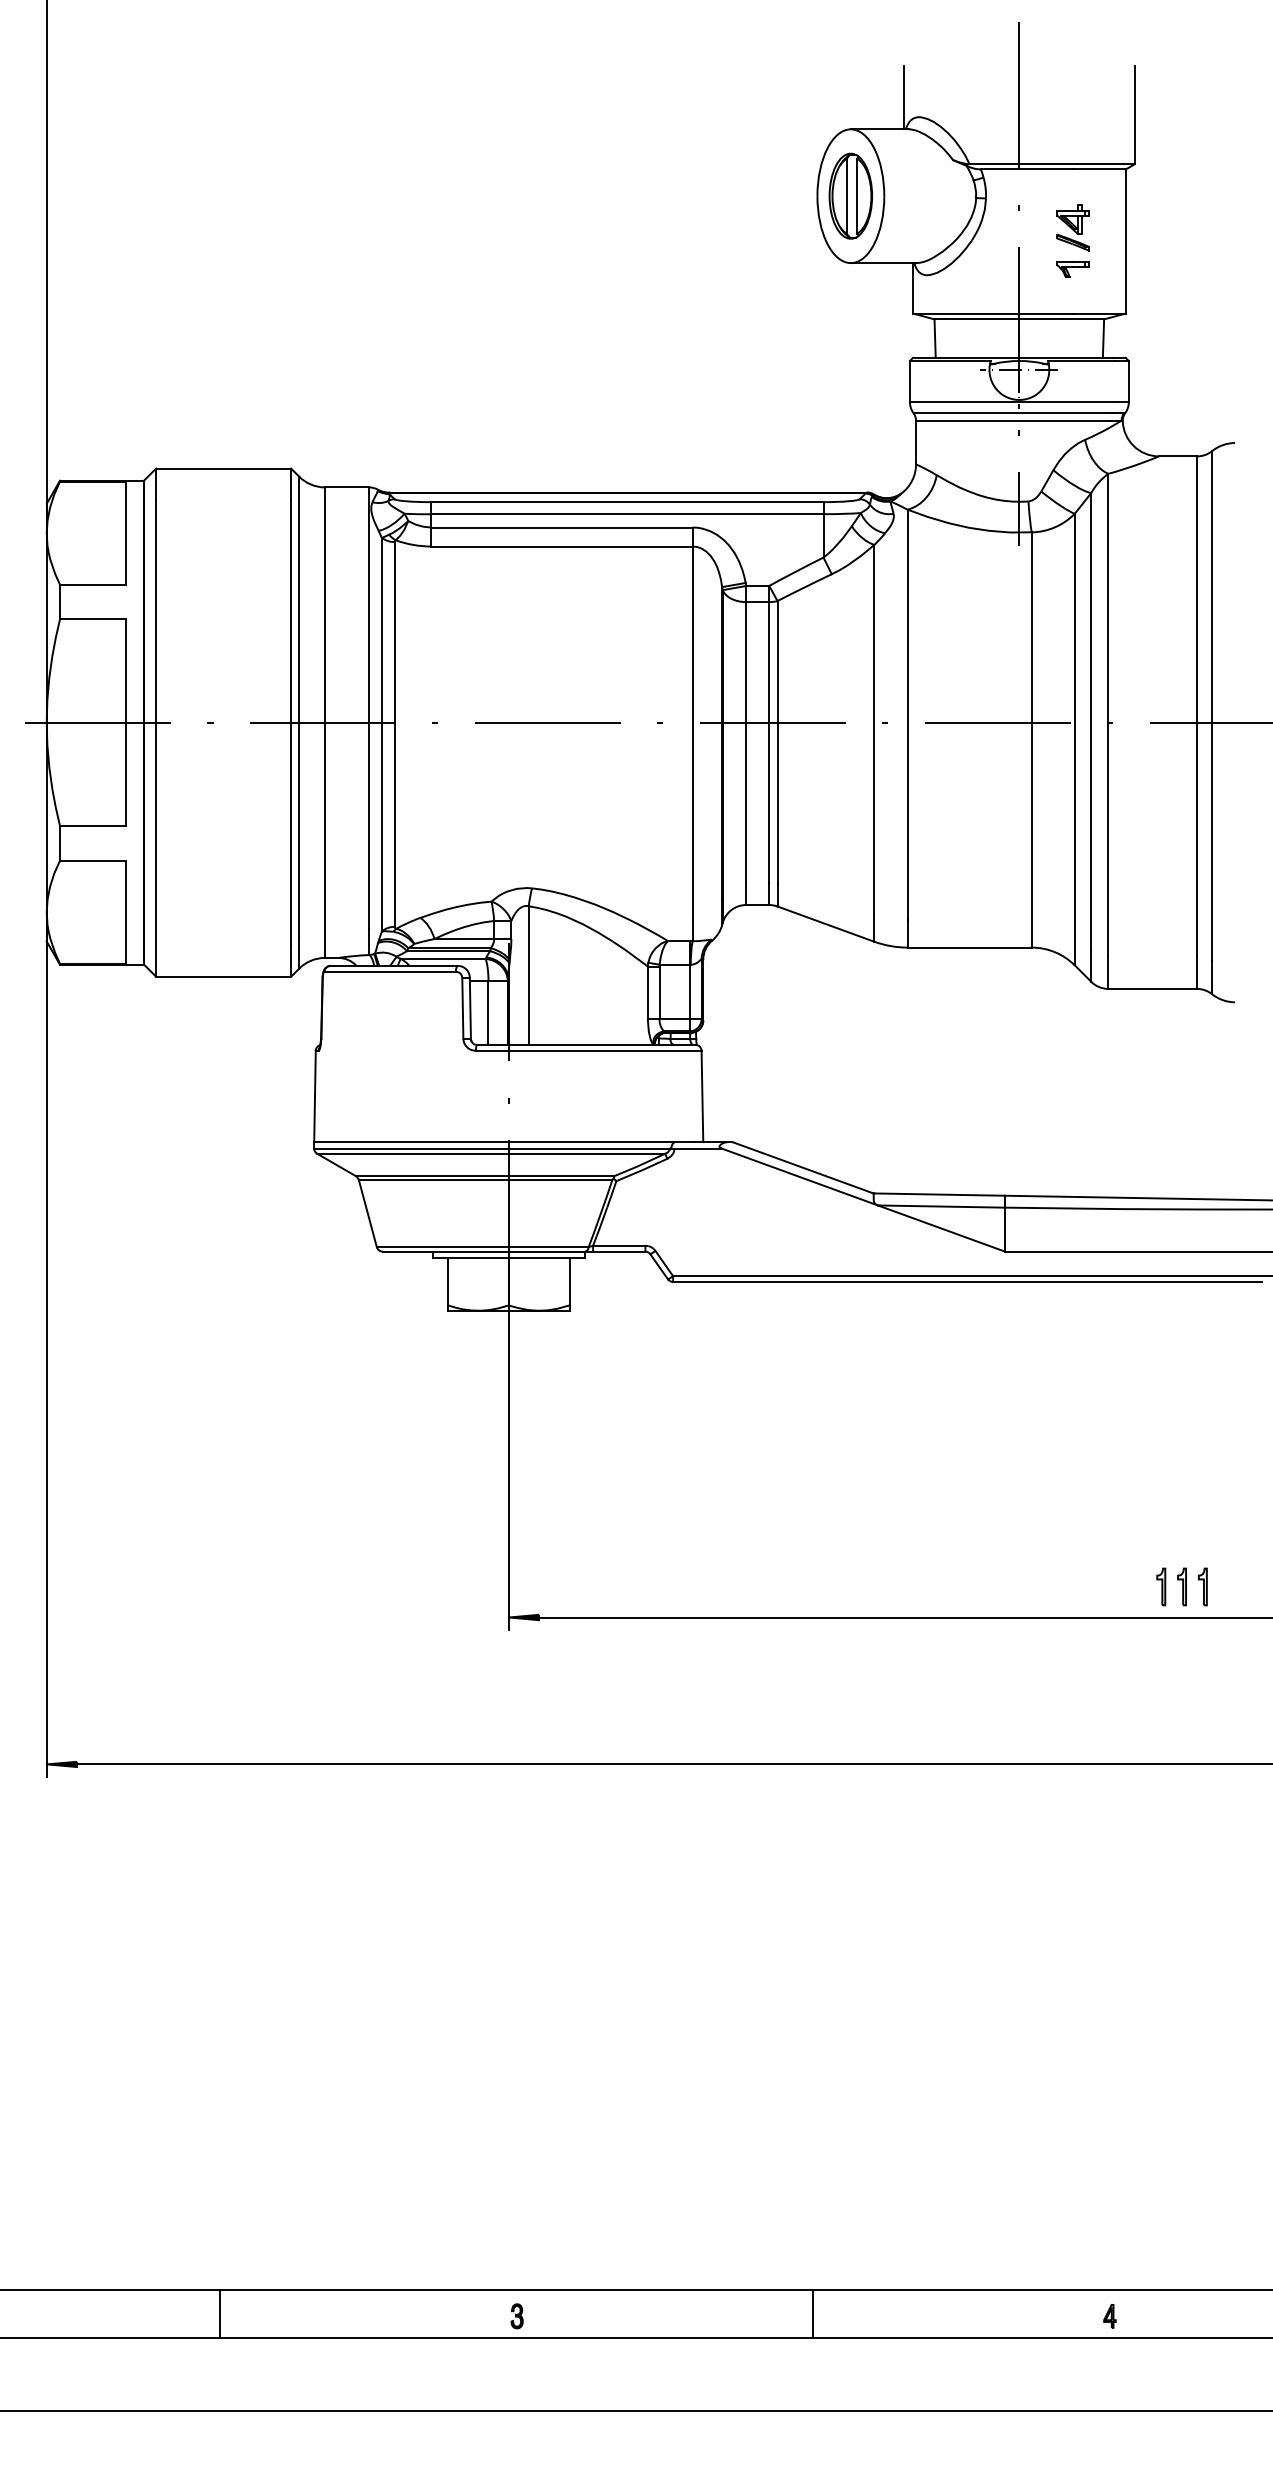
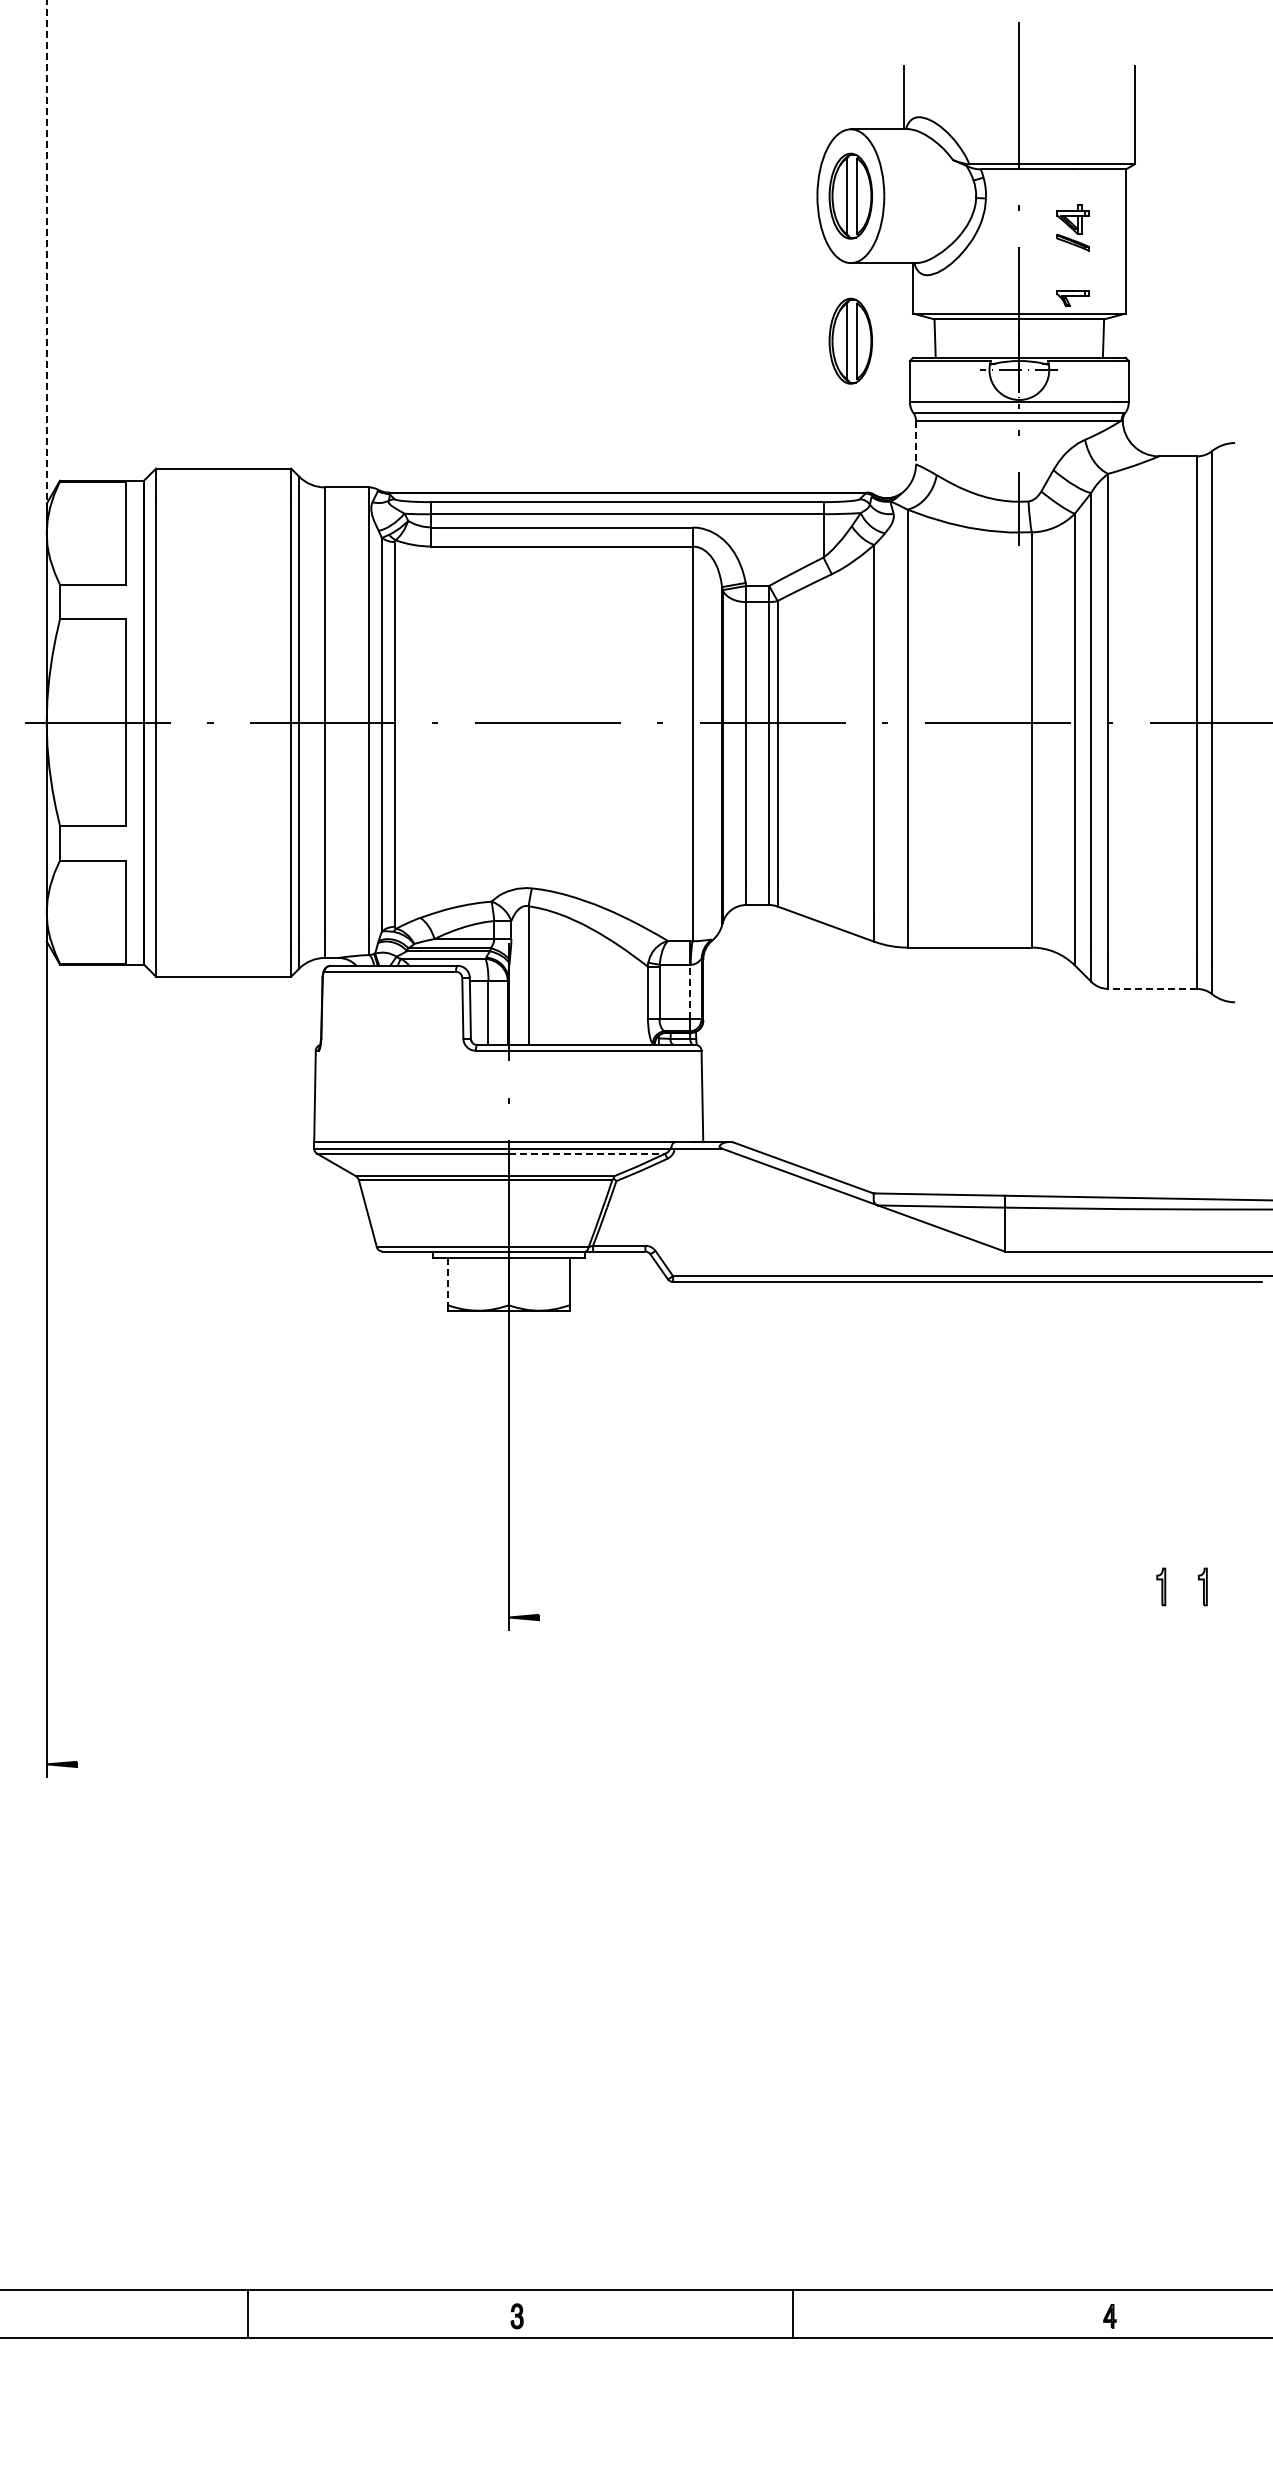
line at (46, 266): solid -> dashed
part at (1072, 269) position: (1072, 269) -> (1072, 298)
part at (850, 340): none -> present
line at (916, 442): solid -> dashed
line at (1152, 988): solid -> dashed
line at (689, 991): solid -> dashed
line at (587, 1153): solid -> dashed
line at (447, 1281): solid -> dashed
part at (1181, 1586): present -> none
line at (904, 1617): present -> none
line at (673, 1764): present -> none
line at (220, 2313) position: (220, 2313) -> (248, 2313)
line at (813, 2313) position: (813, 2313) -> (793, 2313)
line at (635, 2411): present -> none
